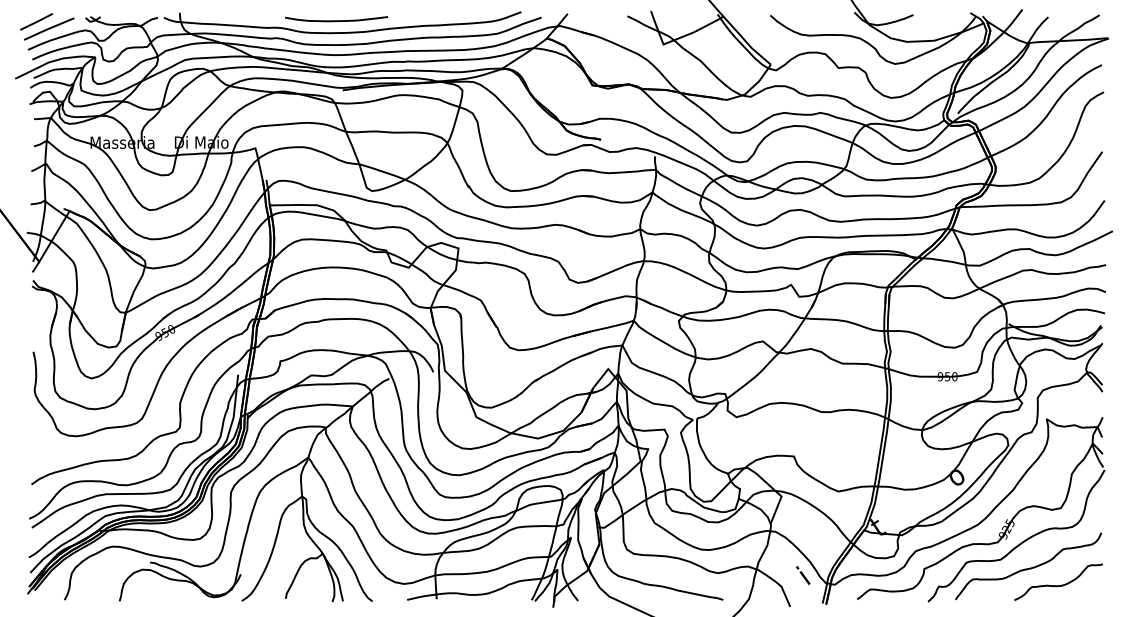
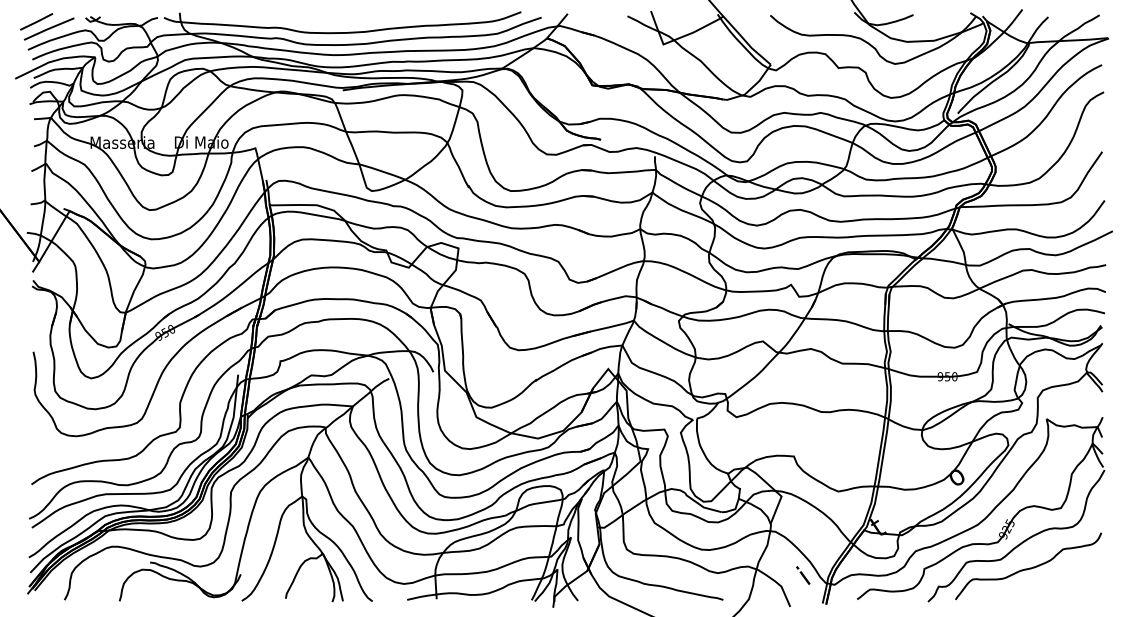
curve at (336, 20): present -> none
curve at (1058, 585): present -> none
